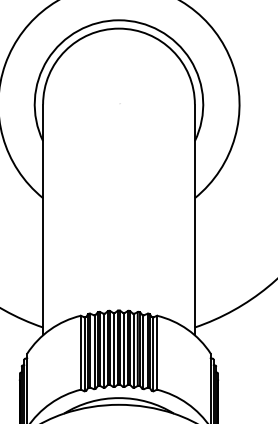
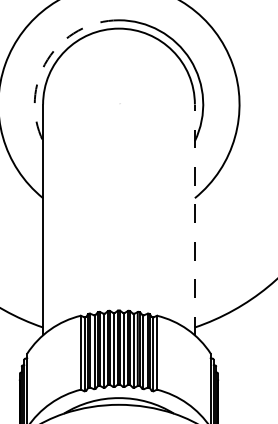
arc at (47, 59): solid -> dashed
line at (194, 219): solid -> dashed
